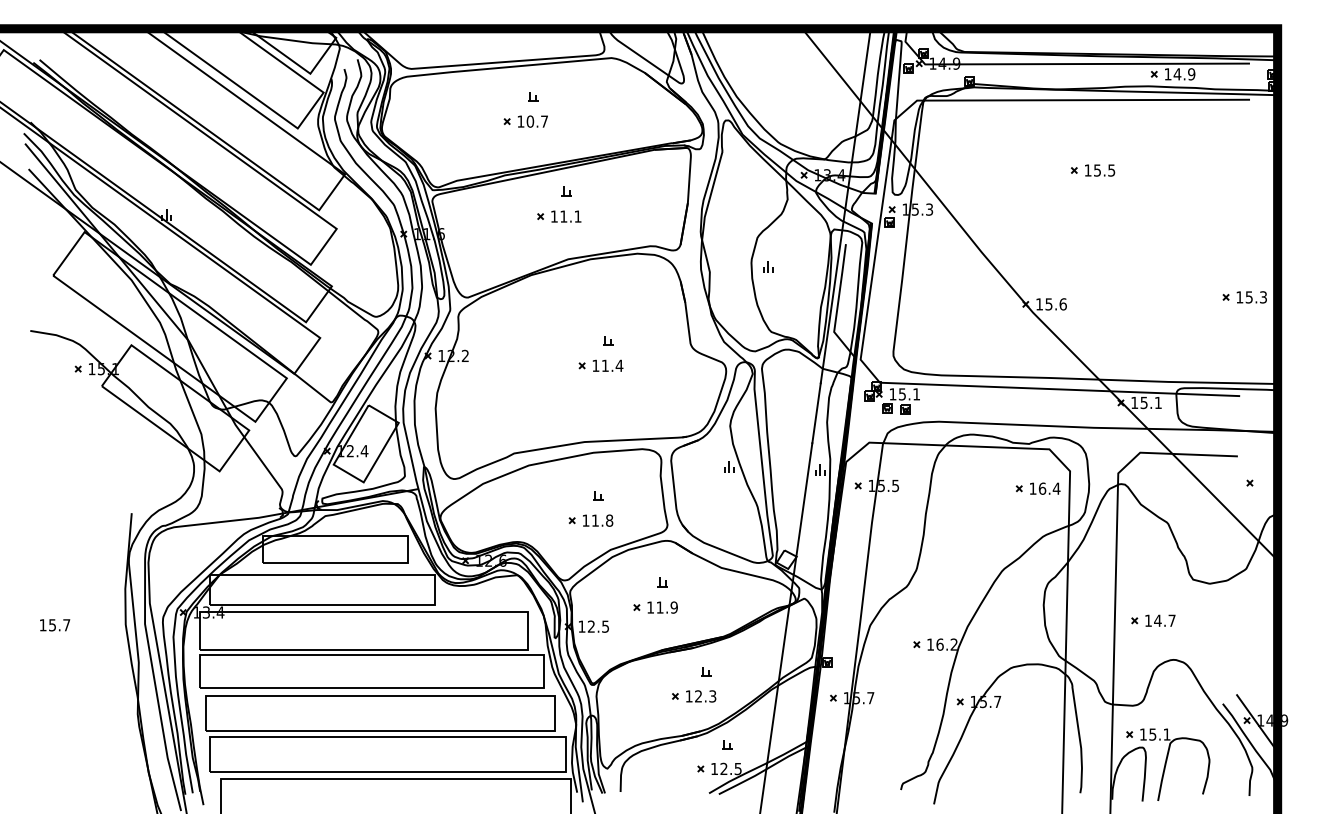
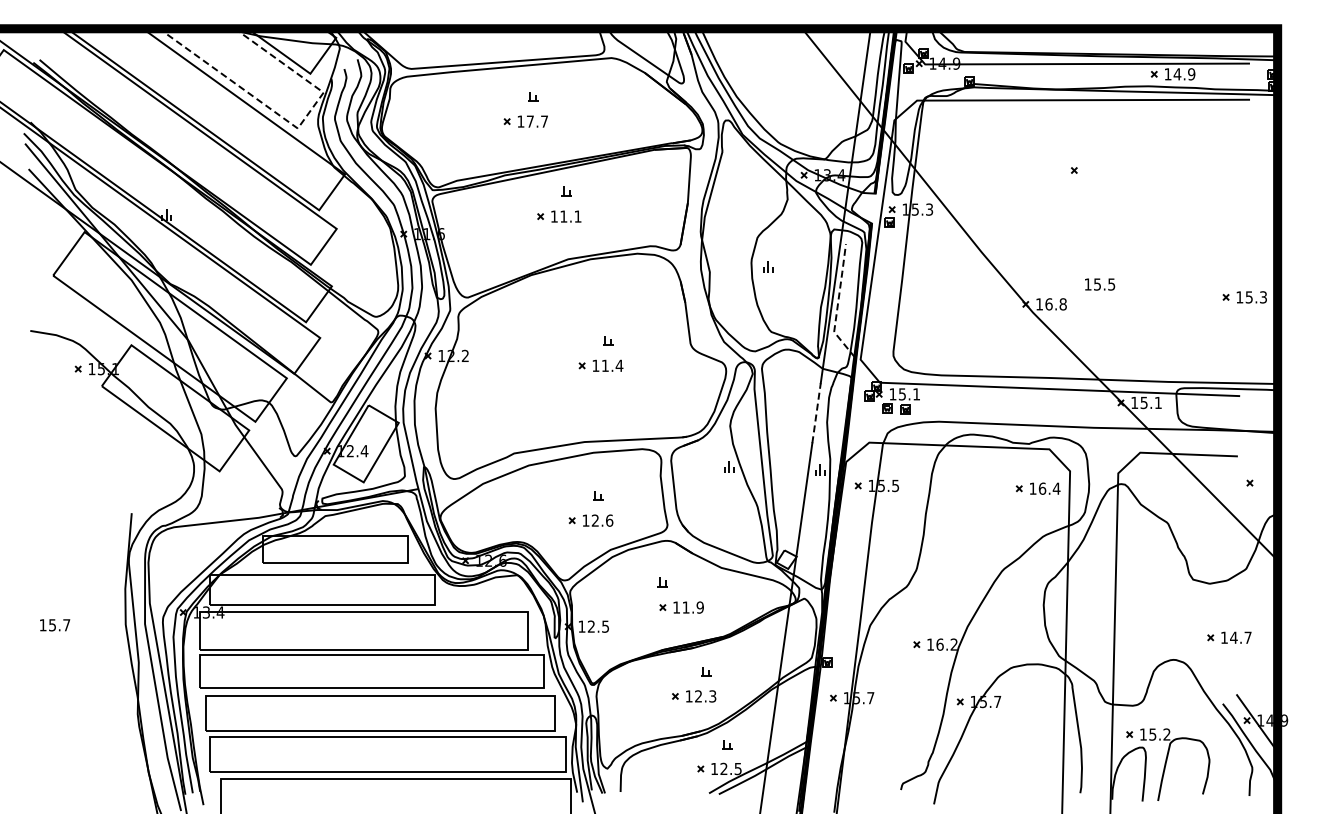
text at (530, 121): 10.7 -> 17.7
line at (292, 124): solid -> dashed
text at (1100, 170) position: (1100, 170) -> (1100, 284)
line at (837, 304): solid -> dashed
text at (1055, 304): 15.6 -> 16.8
line at (816, 412): solid -> dashed
text at (602, 520): 11.8 -> 12.6
part at (655, 607) position: (655, 607) -> (681, 607)
part at (1153, 620) position: (1153, 620) -> (1229, 637)
text at (1166, 734): 15.1 -> 15.2
